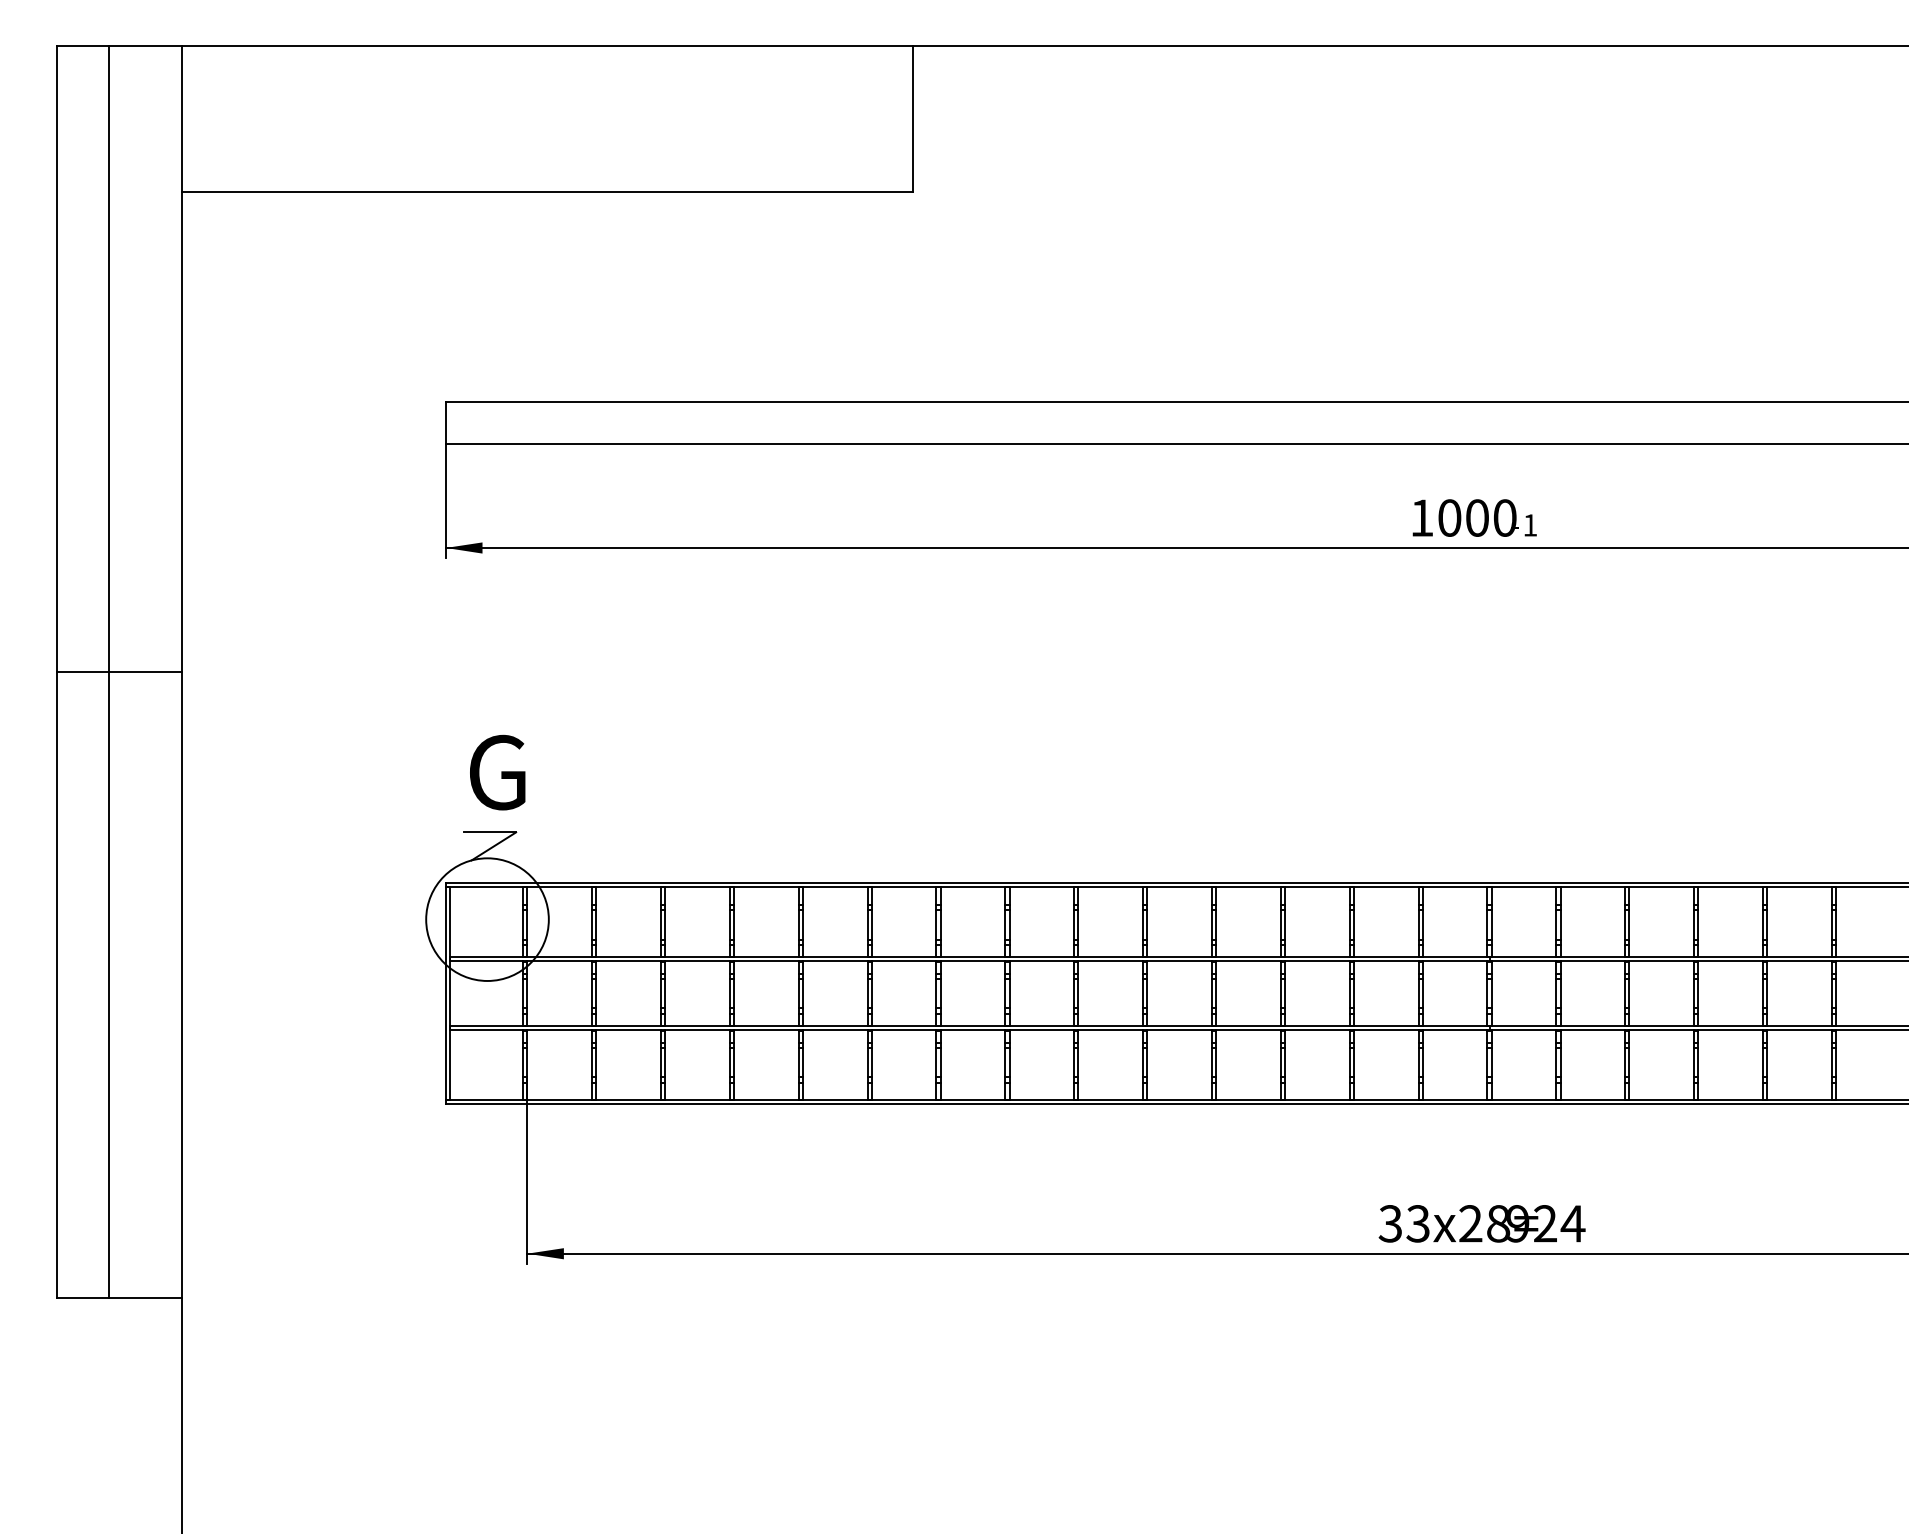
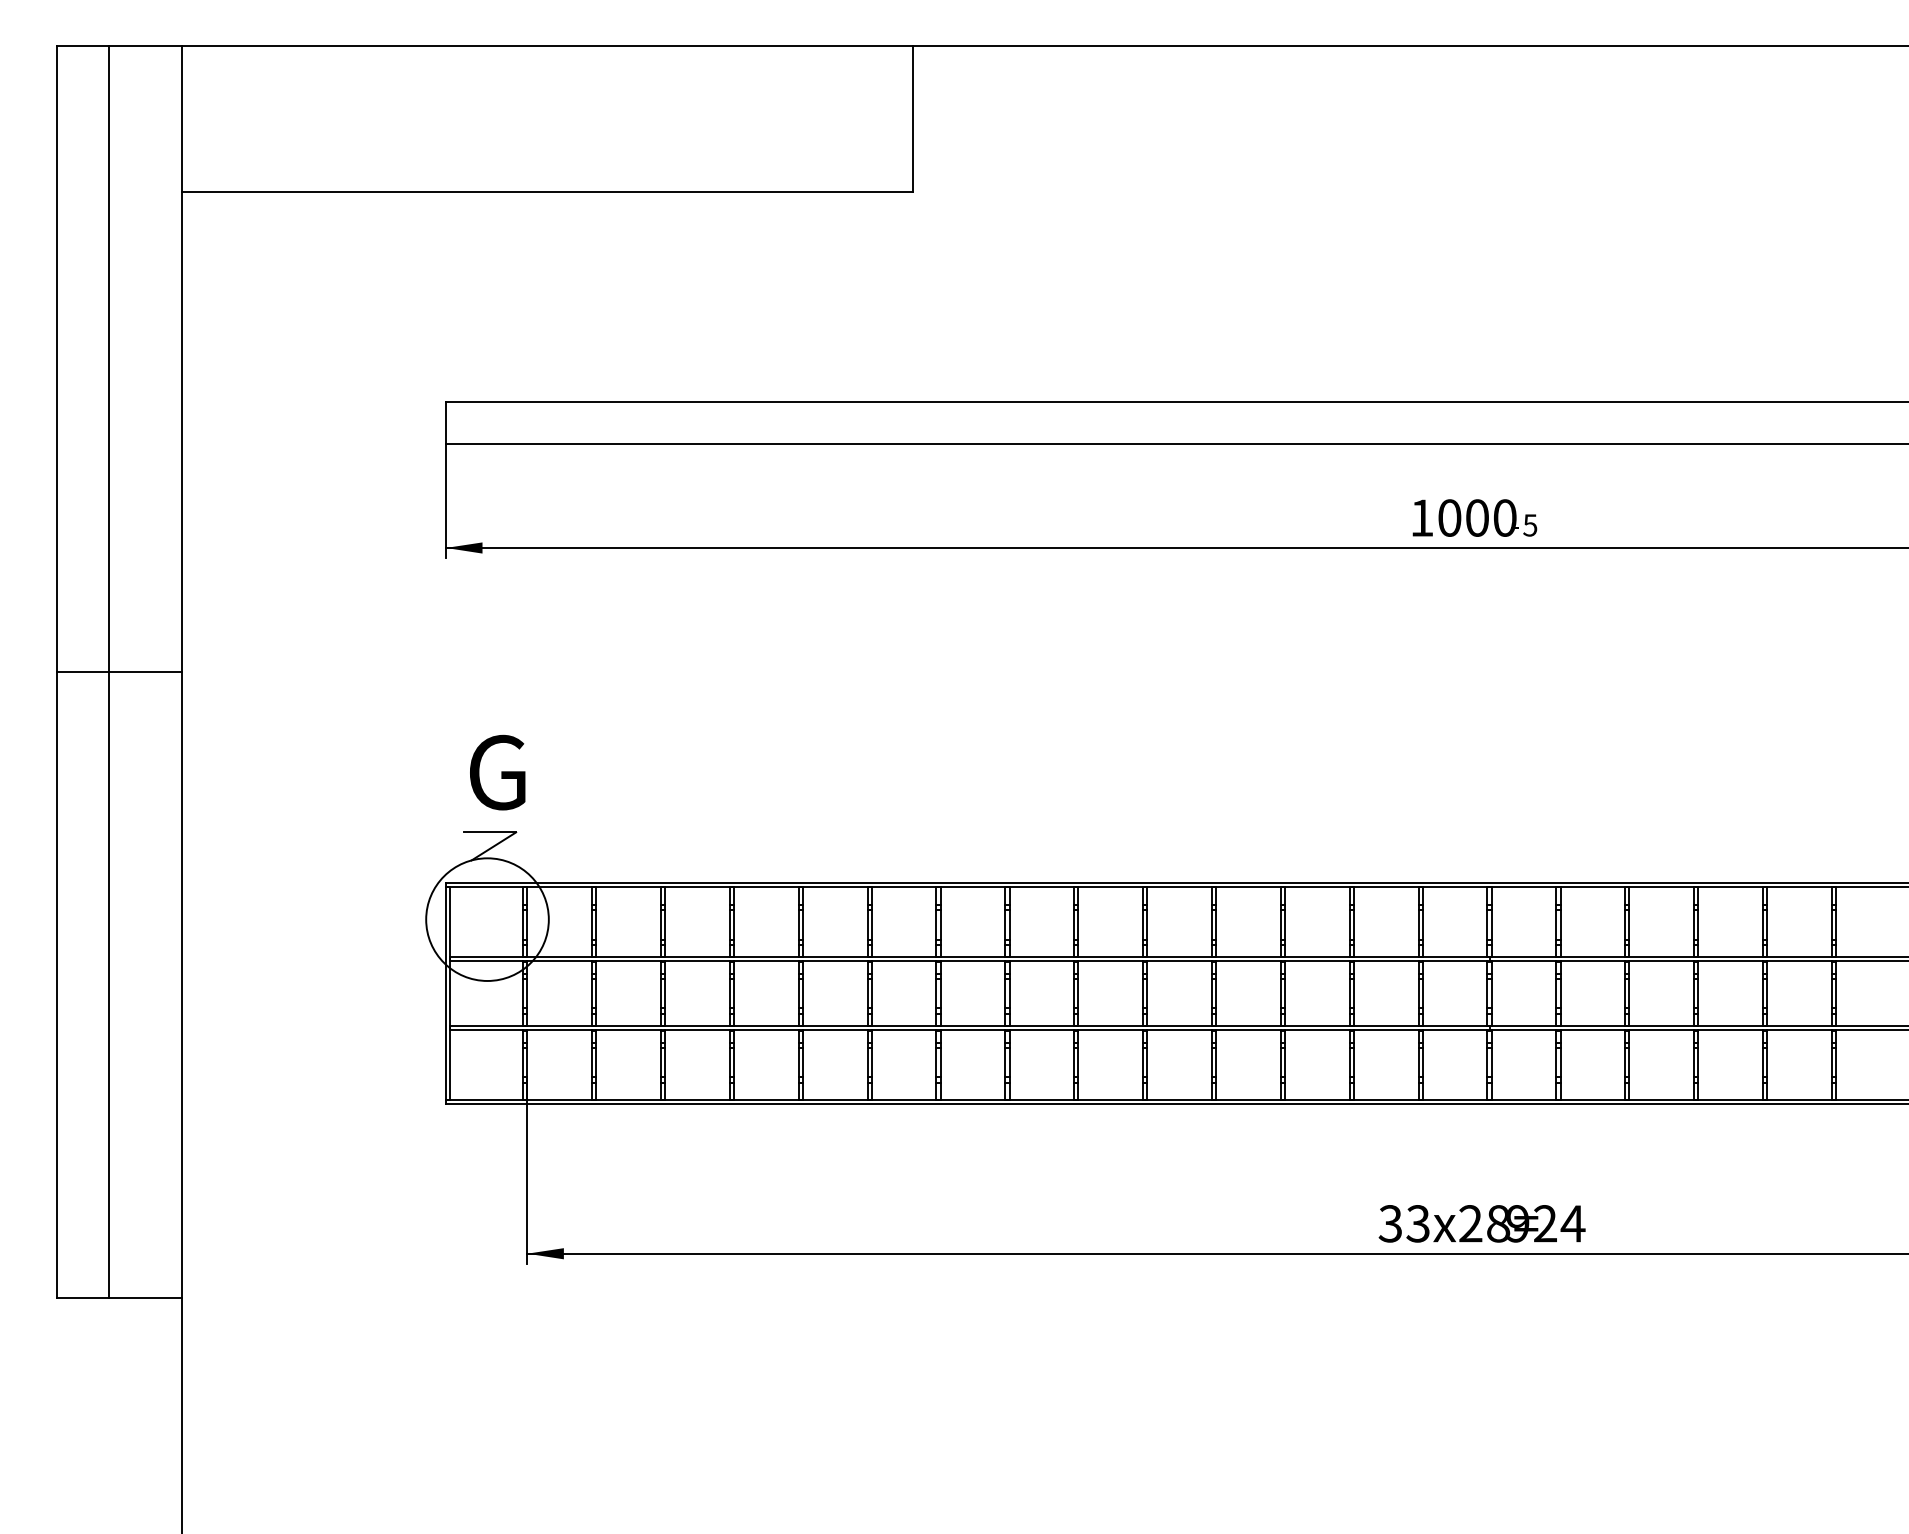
text at (1530, 525): 1 -> 5
